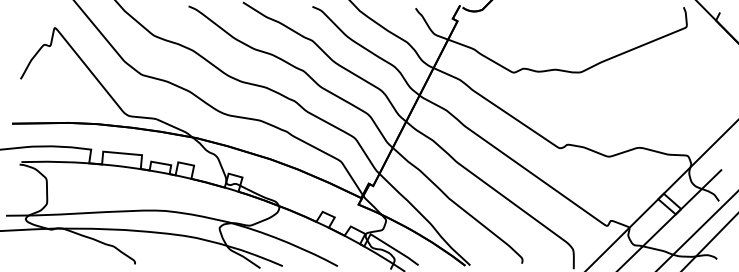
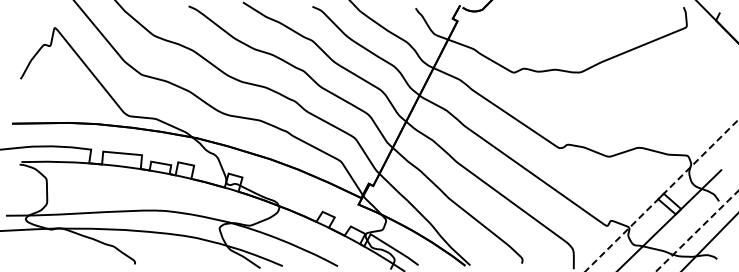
line at (661, 195): solid -> dashed
line at (697, 230): solid -> dashed
